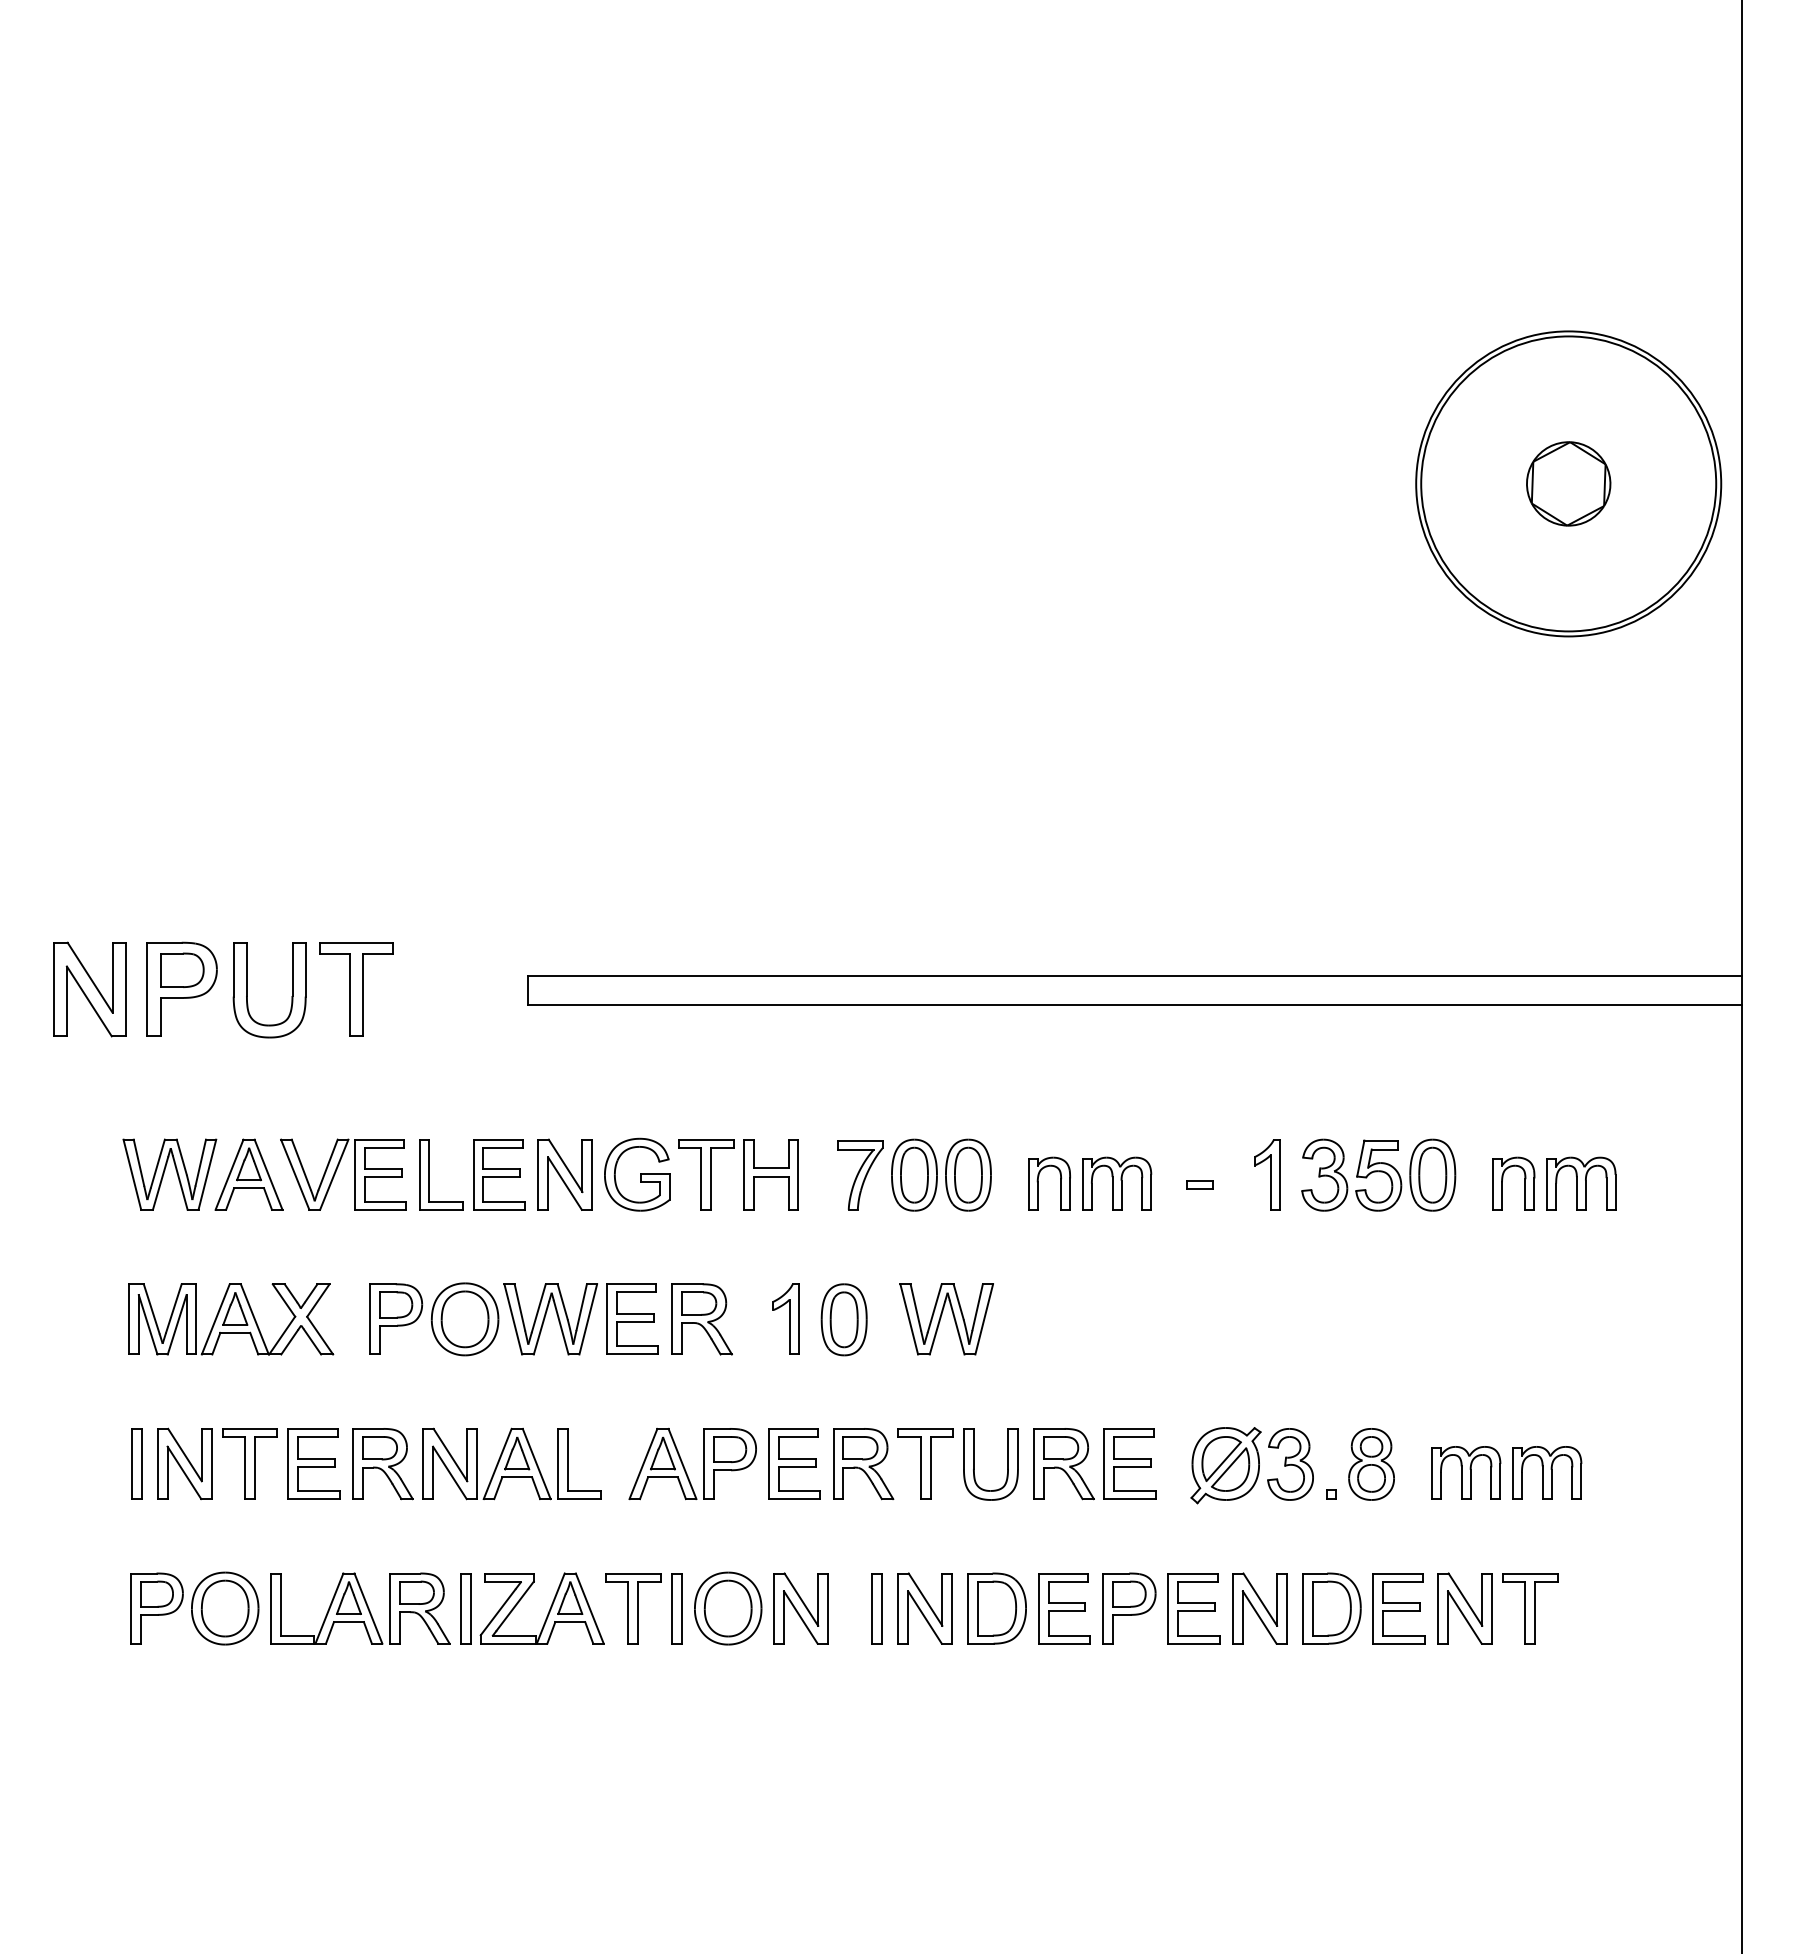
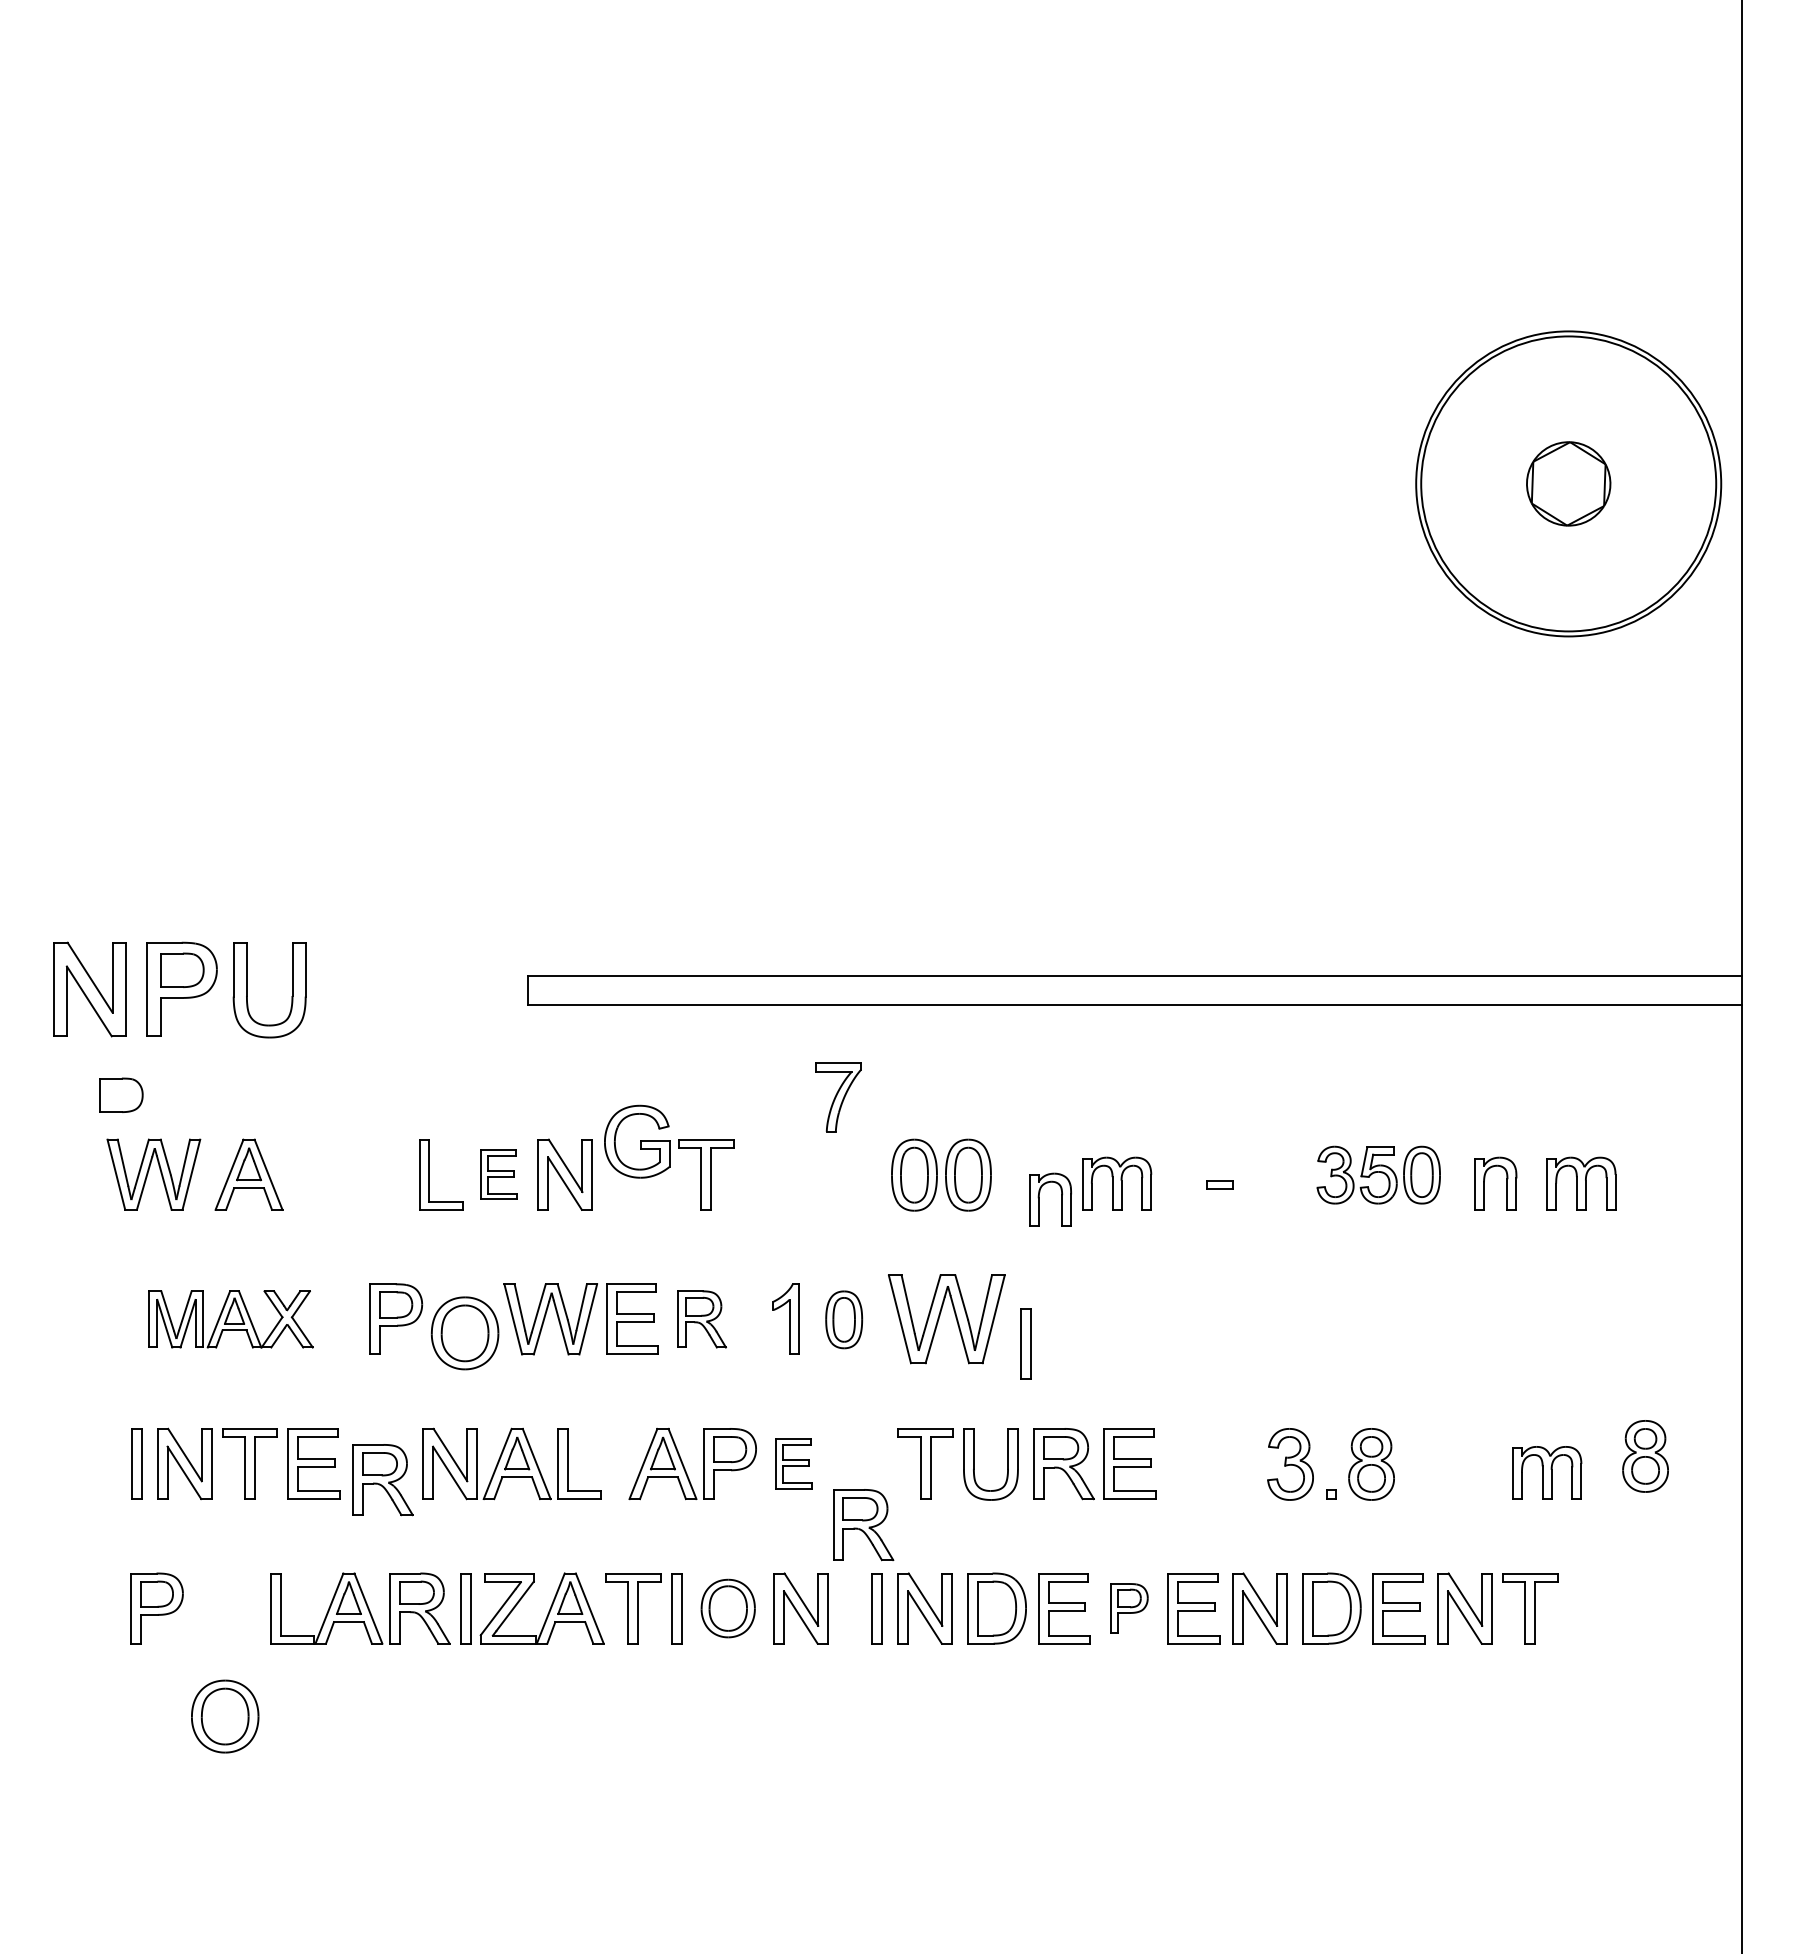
part at (356, 989): present -> none
part at (121, 1094): none -> present
part at (336, 1172): present -> none
part at (169, 1174) position: (169, 1174) -> (153, 1174)
part at (499, 1174) size: 53x72 px -> 38x51 px
part at (637, 1174) position: (637, 1174) -> (637, 1141)
part at (770, 1174): present -> none
part at (1267, 1174): present -> none
part at (1378, 1174) size: 156x74 px -> 125x60 px
part at (860, 1175) position: (860, 1175) -> (838, 1097)
part at (1503, 1179) position: (1503, 1179) -> (1485, 1179)
part at (1038, 1183) position: (1038, 1183) -> (1039, 1199)
part at (1199, 1184) position: (1199, 1184) -> (1219, 1184)
part at (231, 1319) size: 207x73 px -> 166x59 px
part at (464, 1319) position: (464, 1319) -> (464, 1333)
part at (701, 1319) size: 62x73 px -> 50x59 px
part at (843, 1319) size: 48x74 px -> 39x60 px
part at (946, 1319) size: 95x73 px -> 118x91 px
part at (1025, 1343): none -> present
part at (1645, 1456): none -> present
part at (794, 1463) size: 53x72 px -> 38x52 px
part at (382, 1464) position: (382, 1464) -> (382, 1480)
part at (863, 1464) position: (863, 1464) -> (863, 1525)
part at (1225, 1465): present -> none
part at (1466, 1472): present -> none
part at (225, 1608) position: (225, 1608) -> (225, 1716)
part at (728, 1608) size: 69x75 px -> 56x61 px
part at (1129, 1608) size: 55x73 px -> 39x51 px
